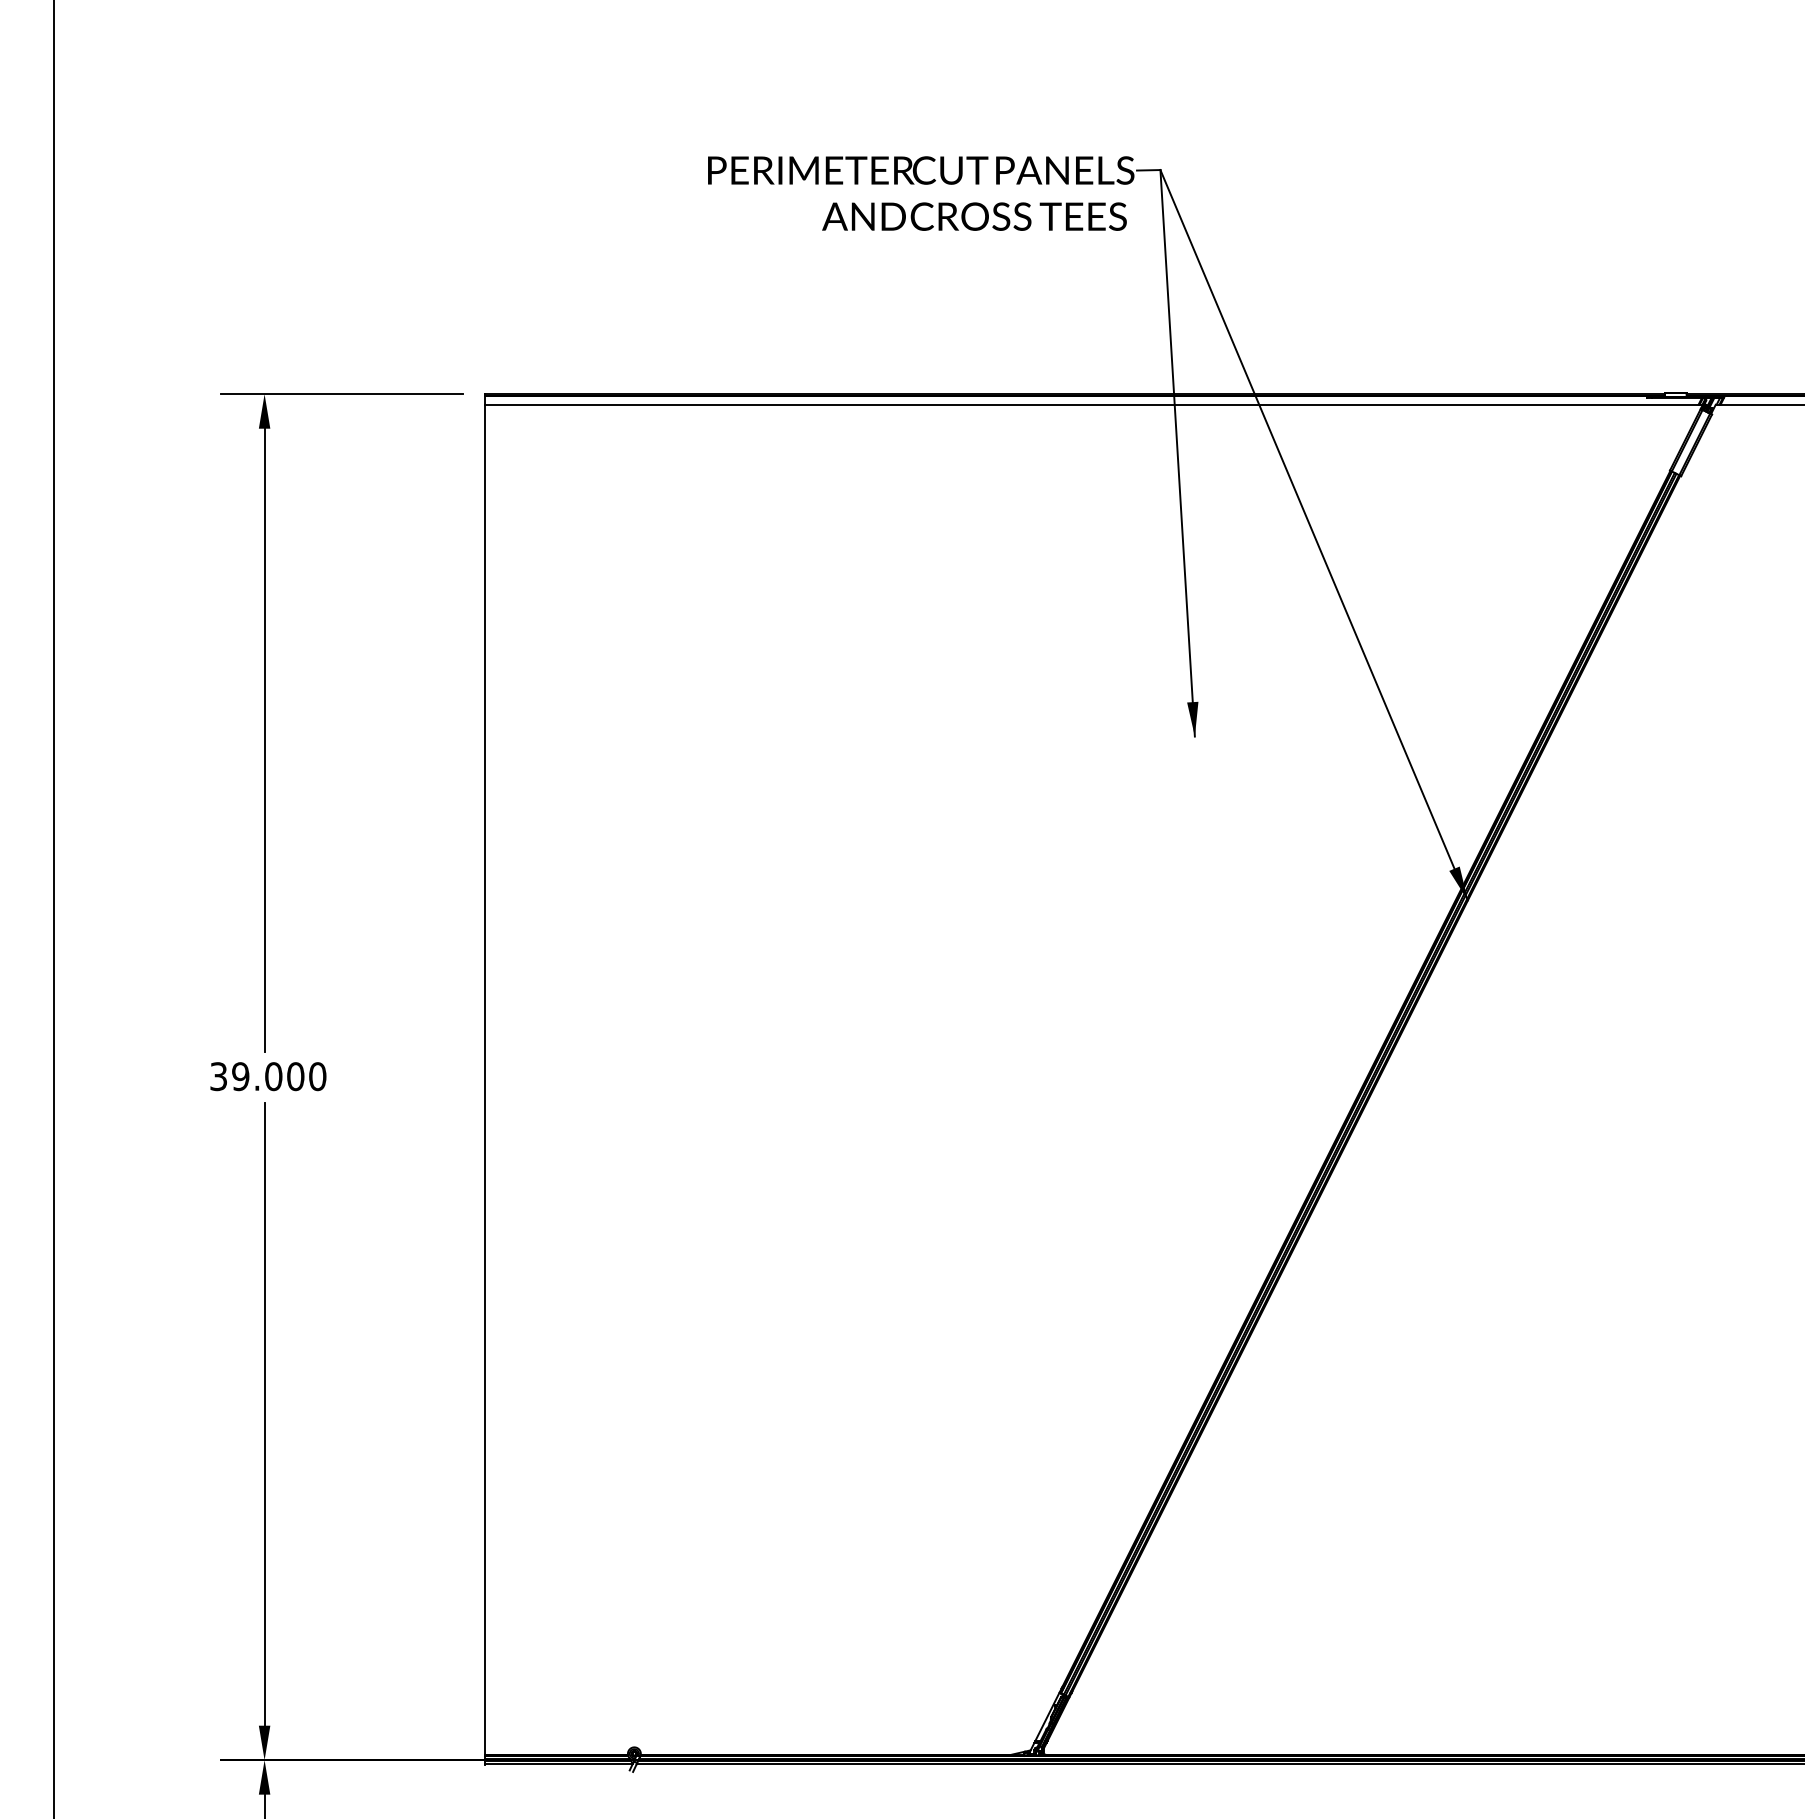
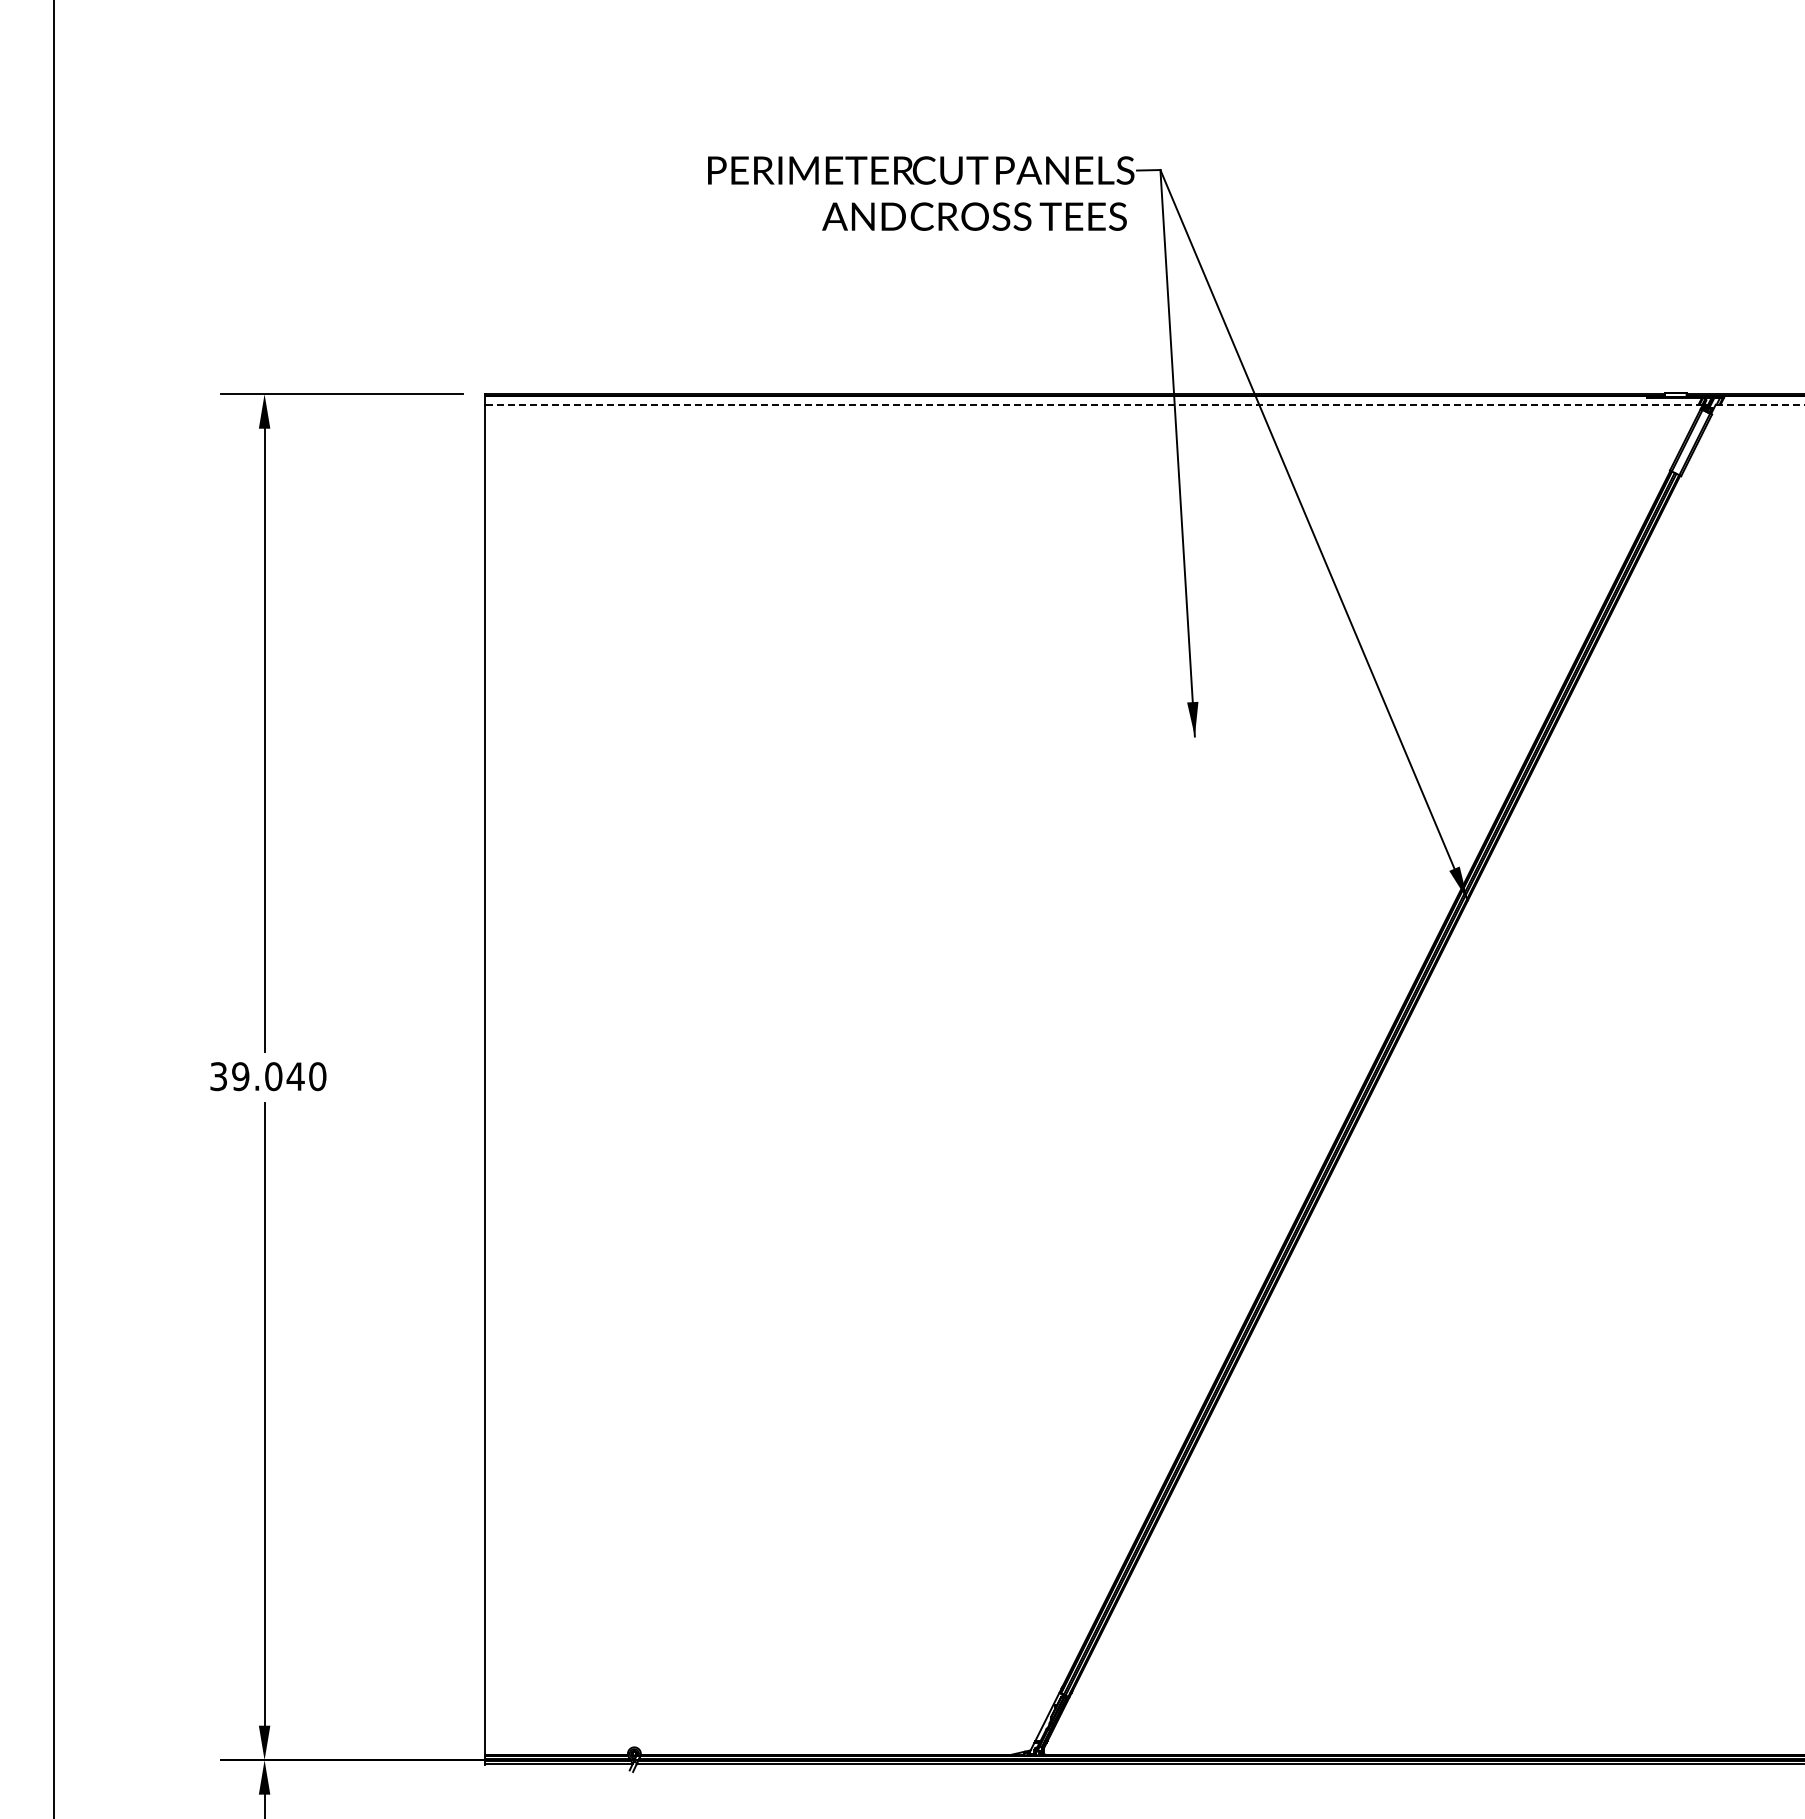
line at (1094, 404): solid -> dashed
line at (1759, 404): solid -> dashed
text at (295, 1076): 39.000 -> 39.040
